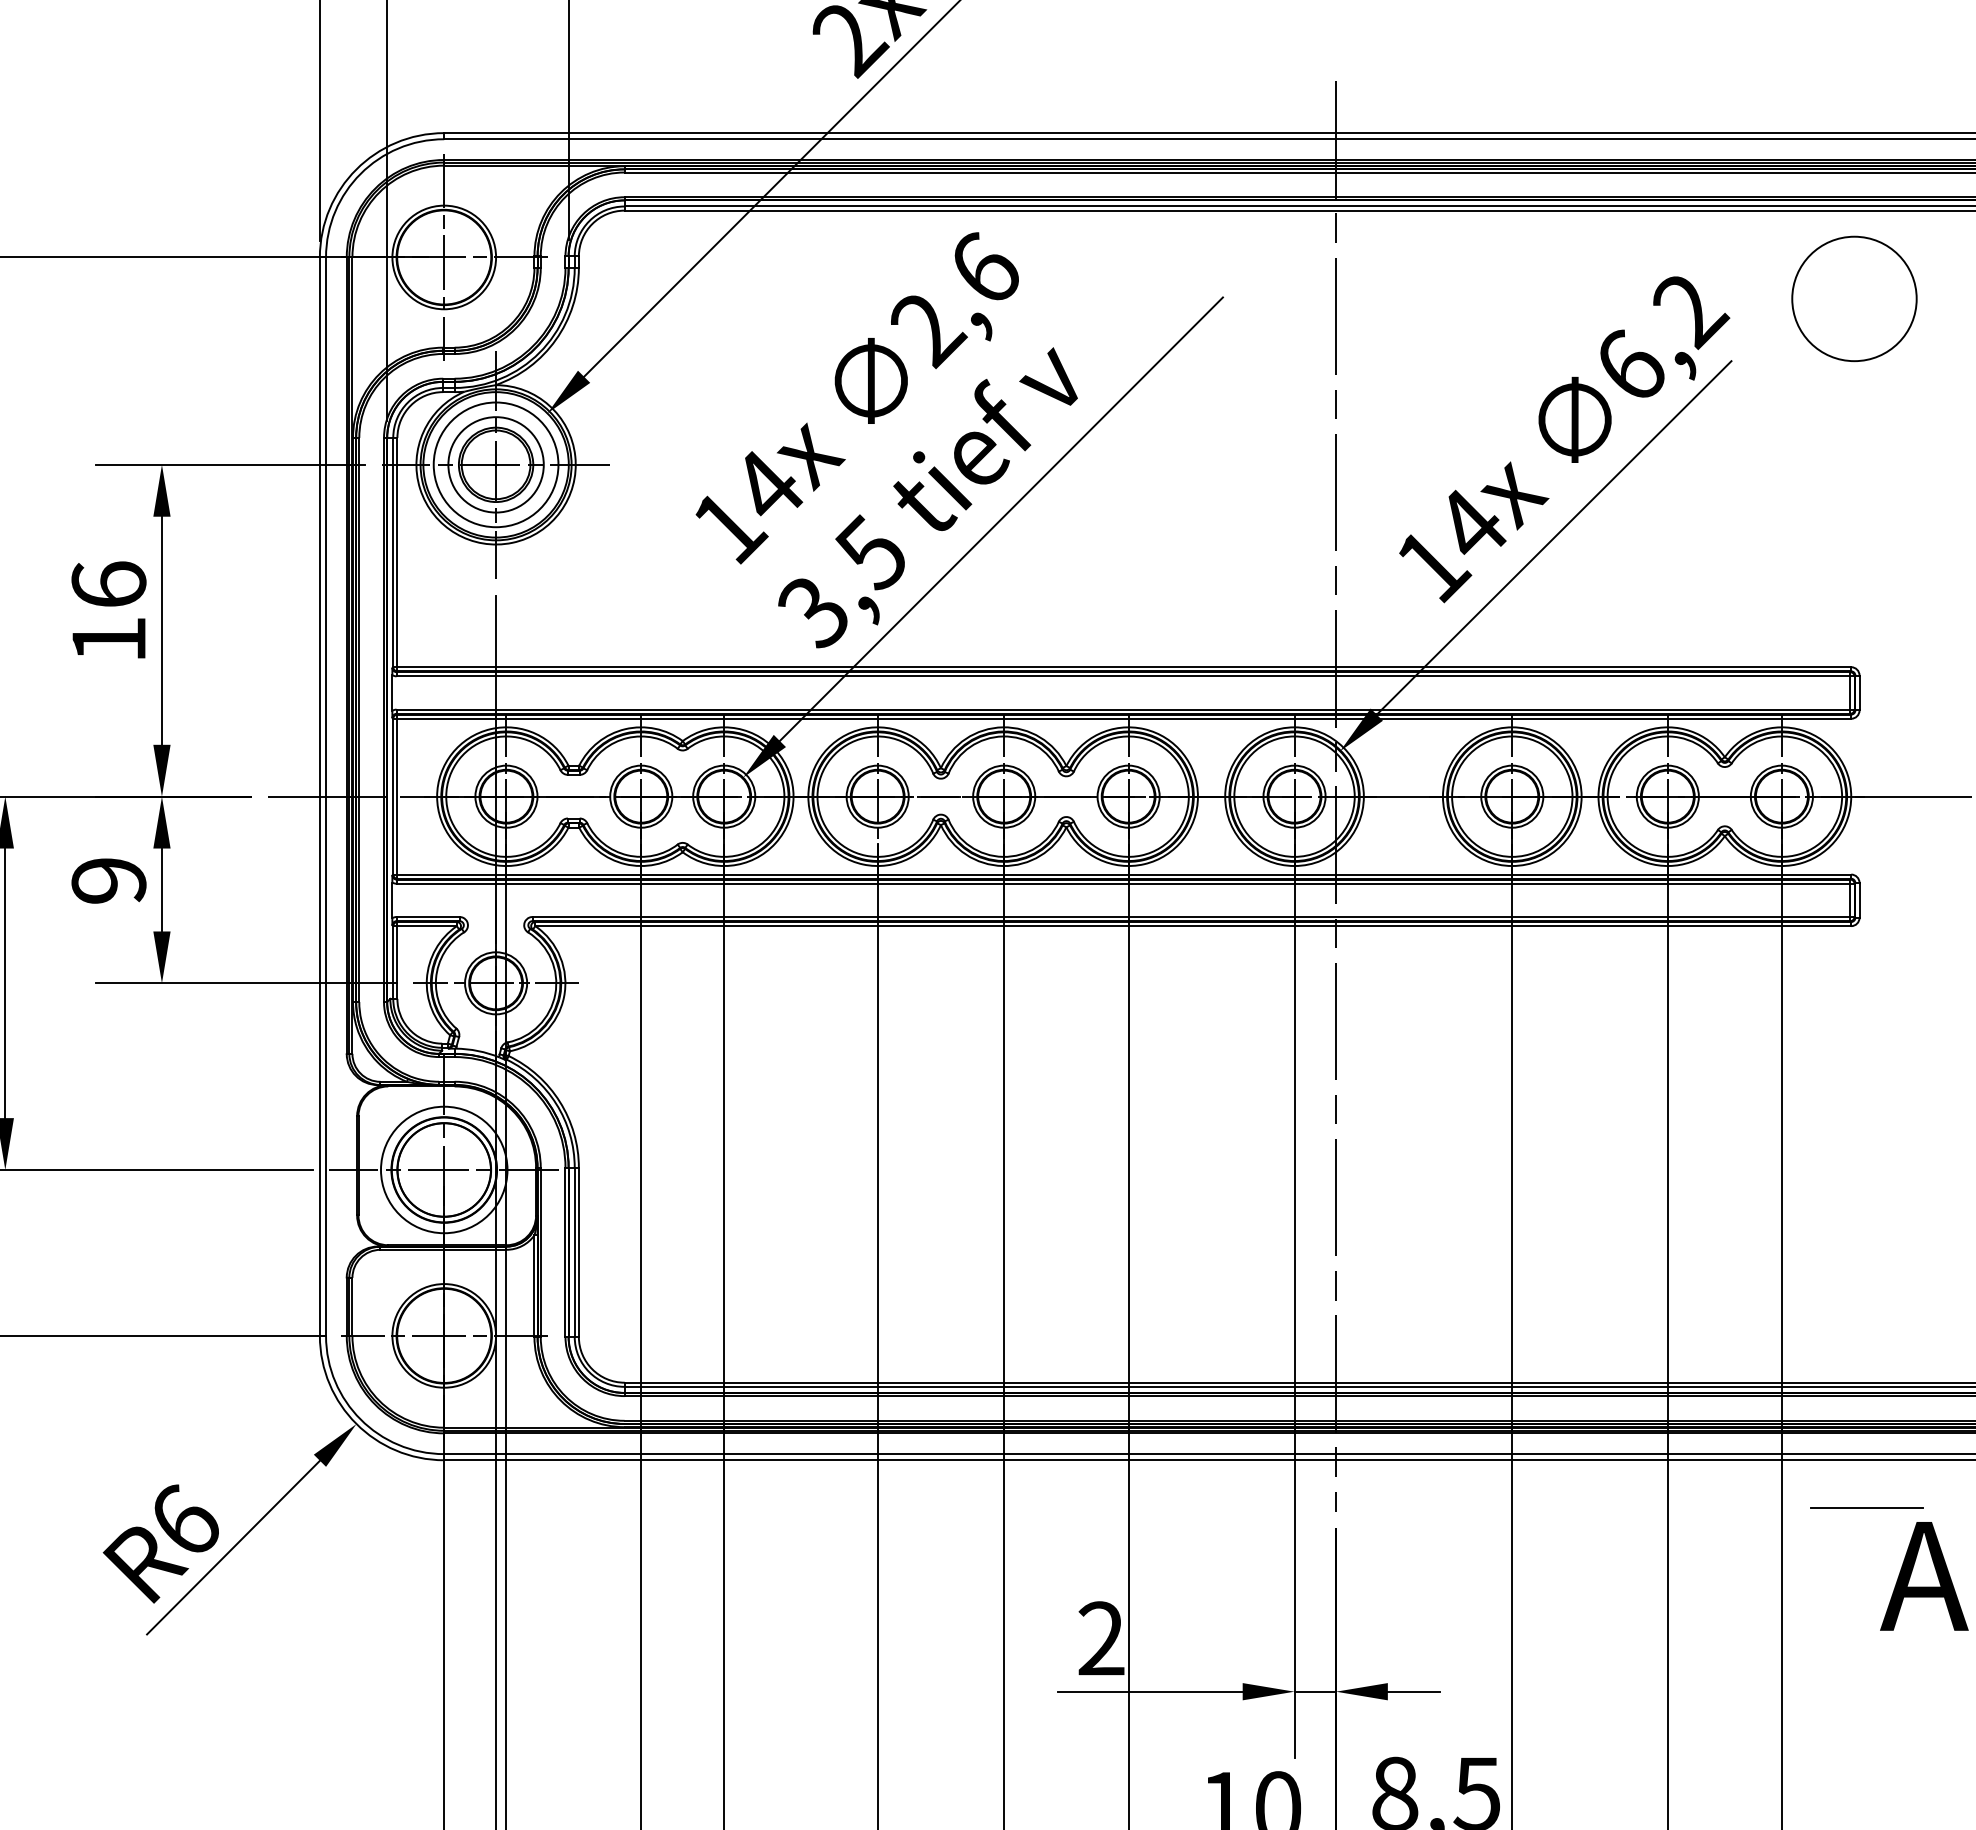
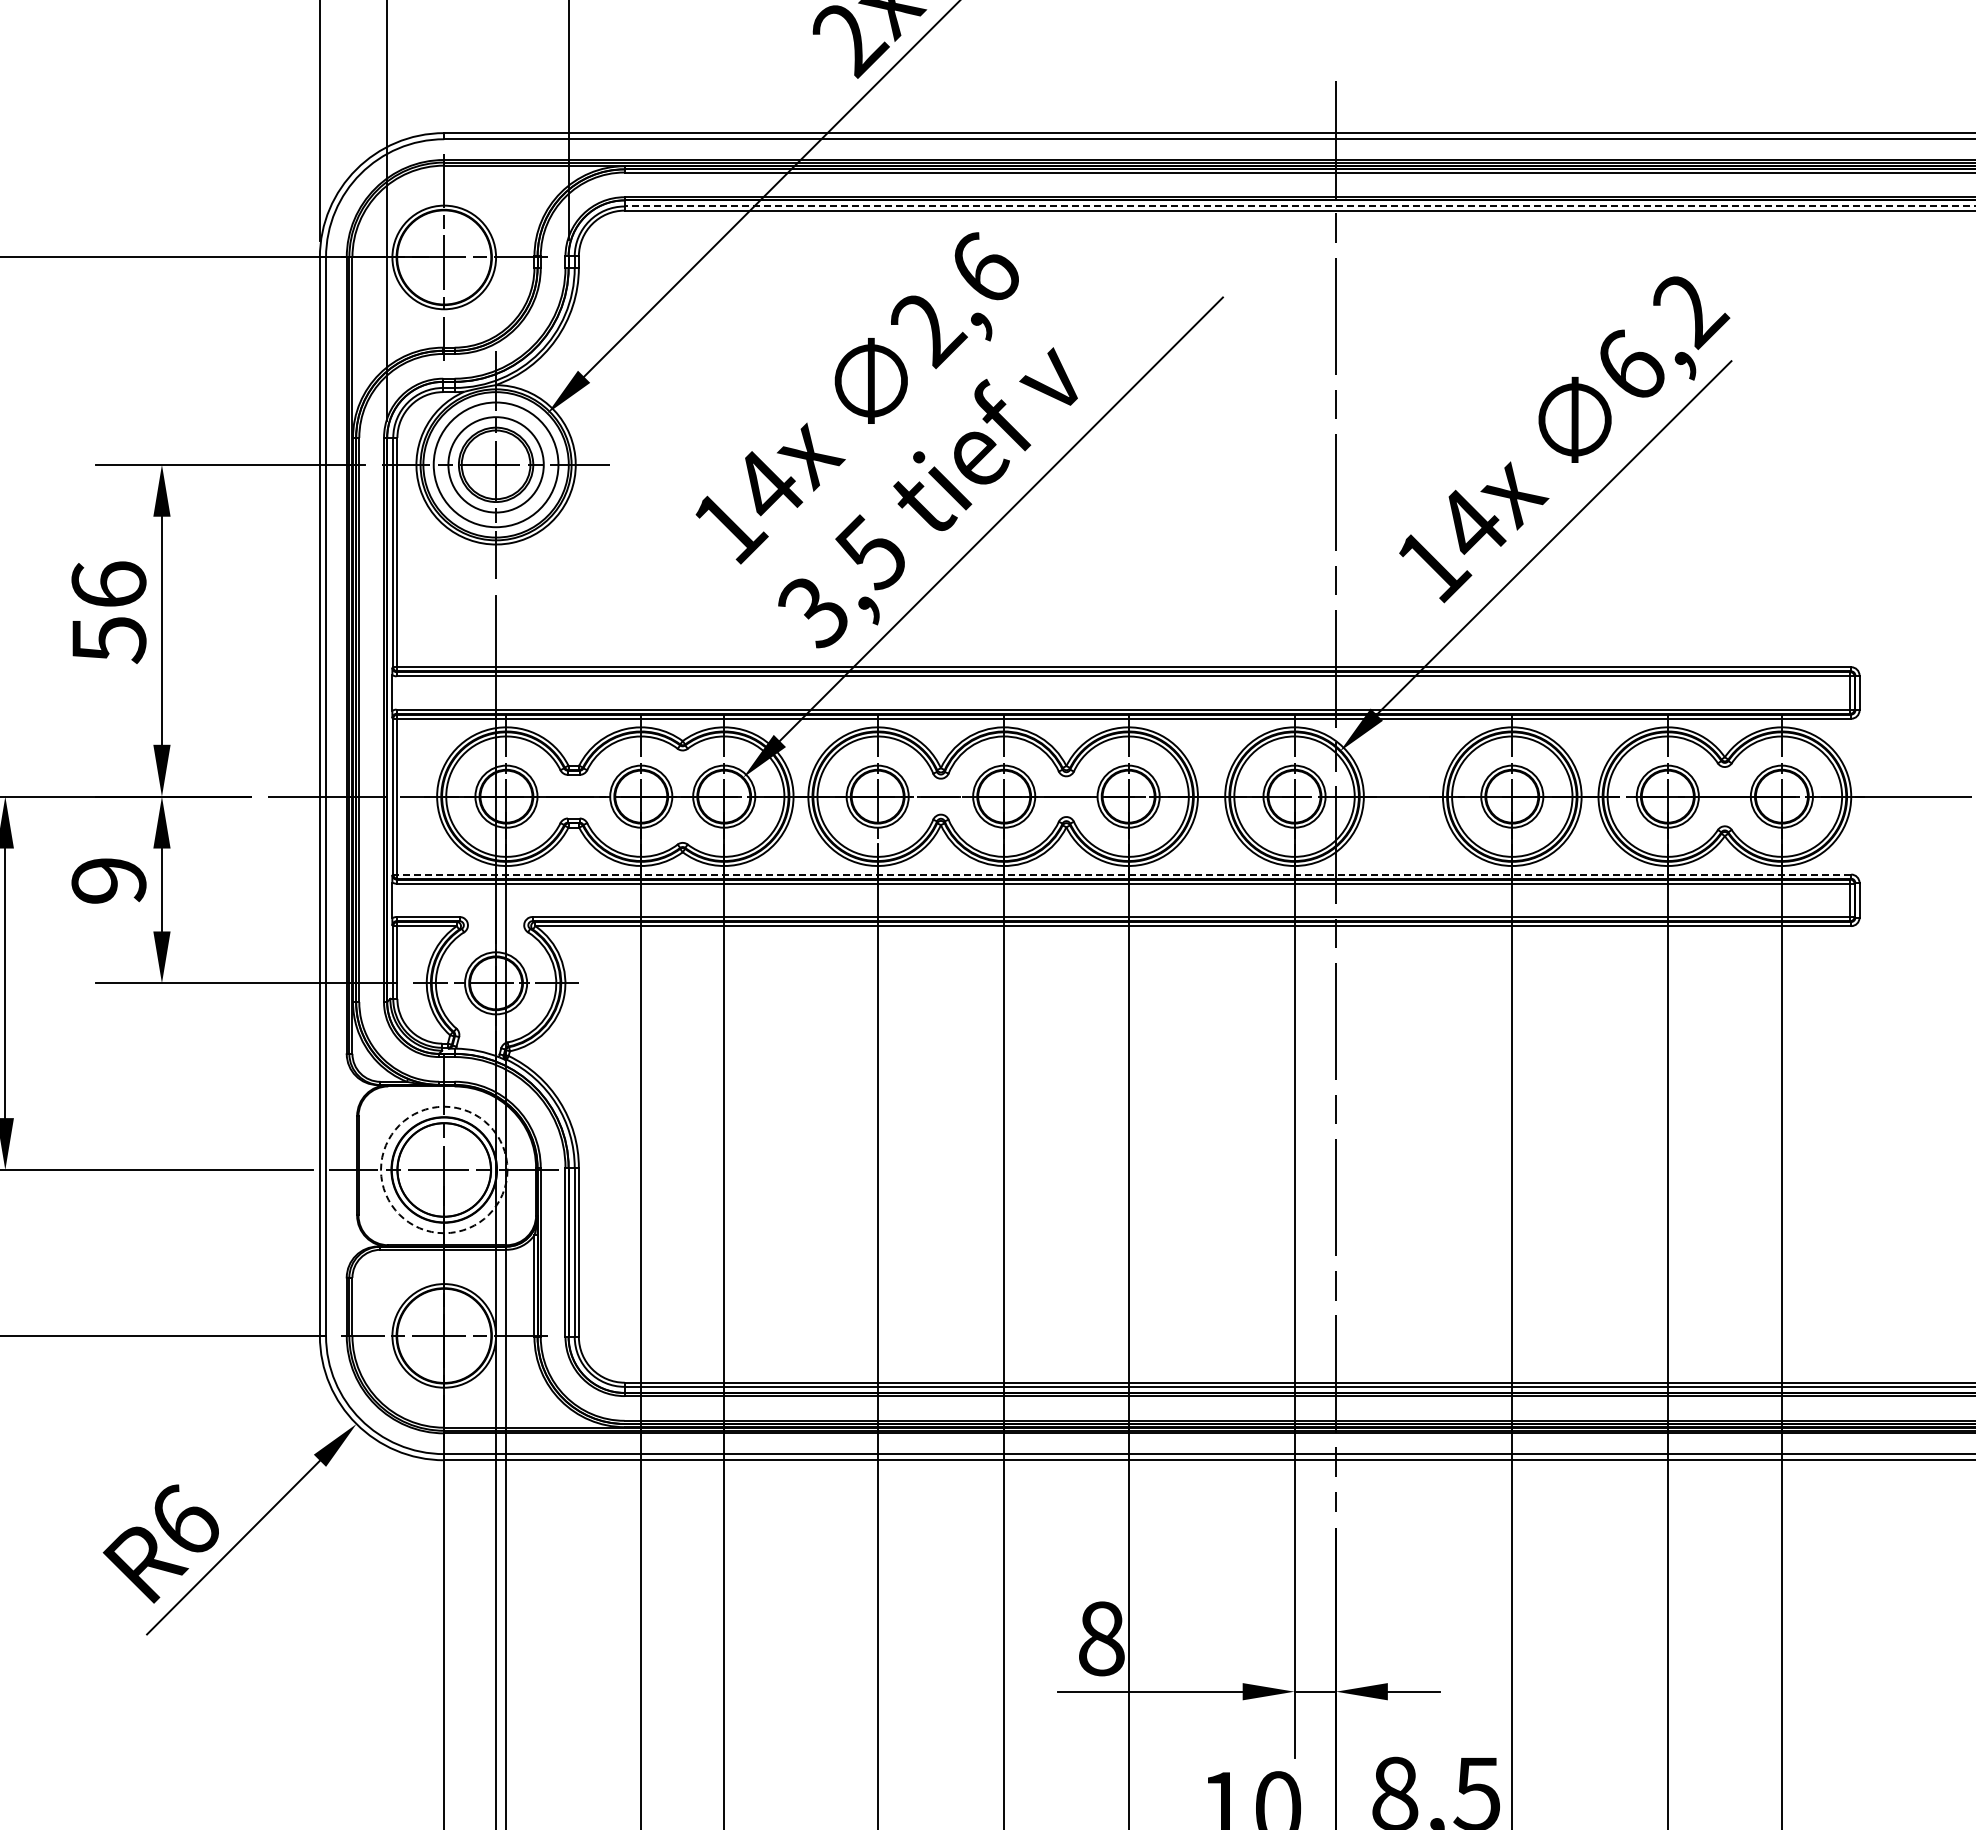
line at (1299, 206): solid -> dashed
circle at (1854, 298): present -> none
text at (109, 640): 16 -> 56
line at (1124, 874): solid -> dashed
circle at (444, 1169): solid -> dashed
part at (1899, 1572): present -> none
text at (1101, 1638): 2 -> 8
